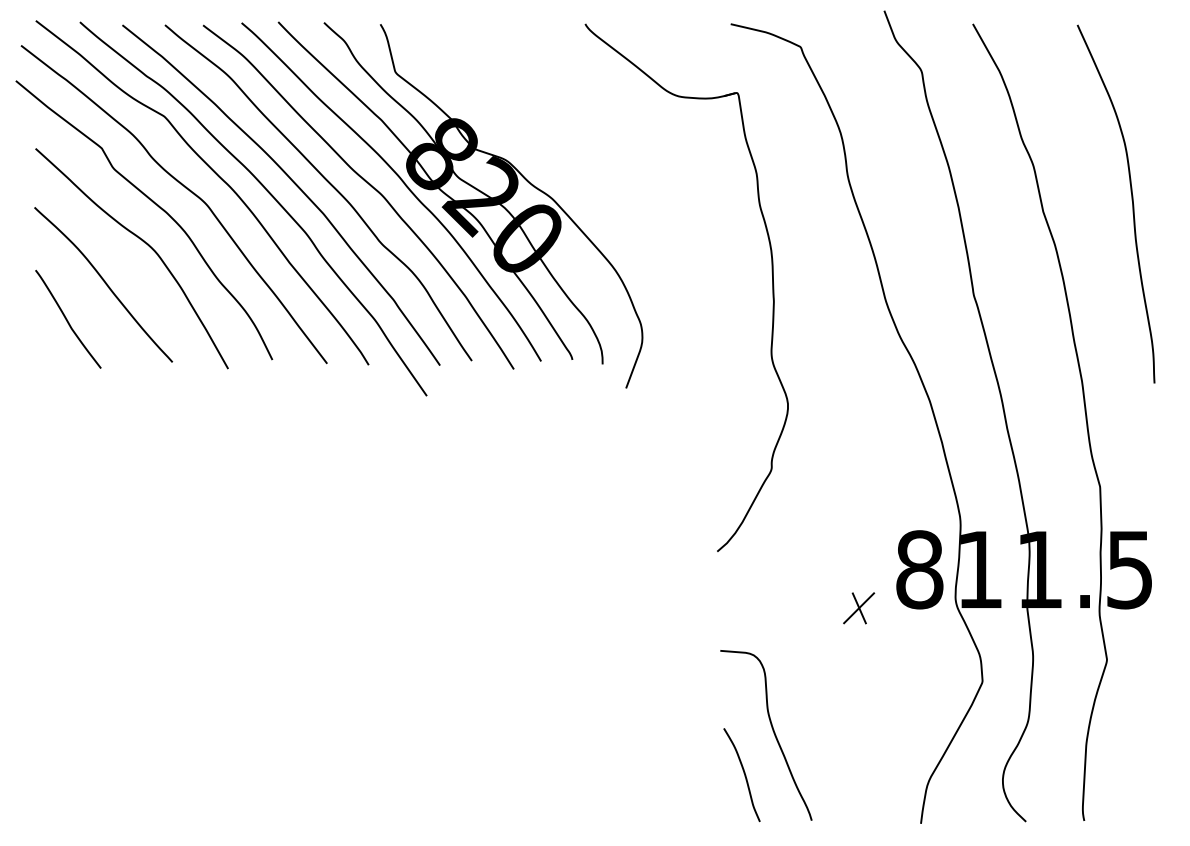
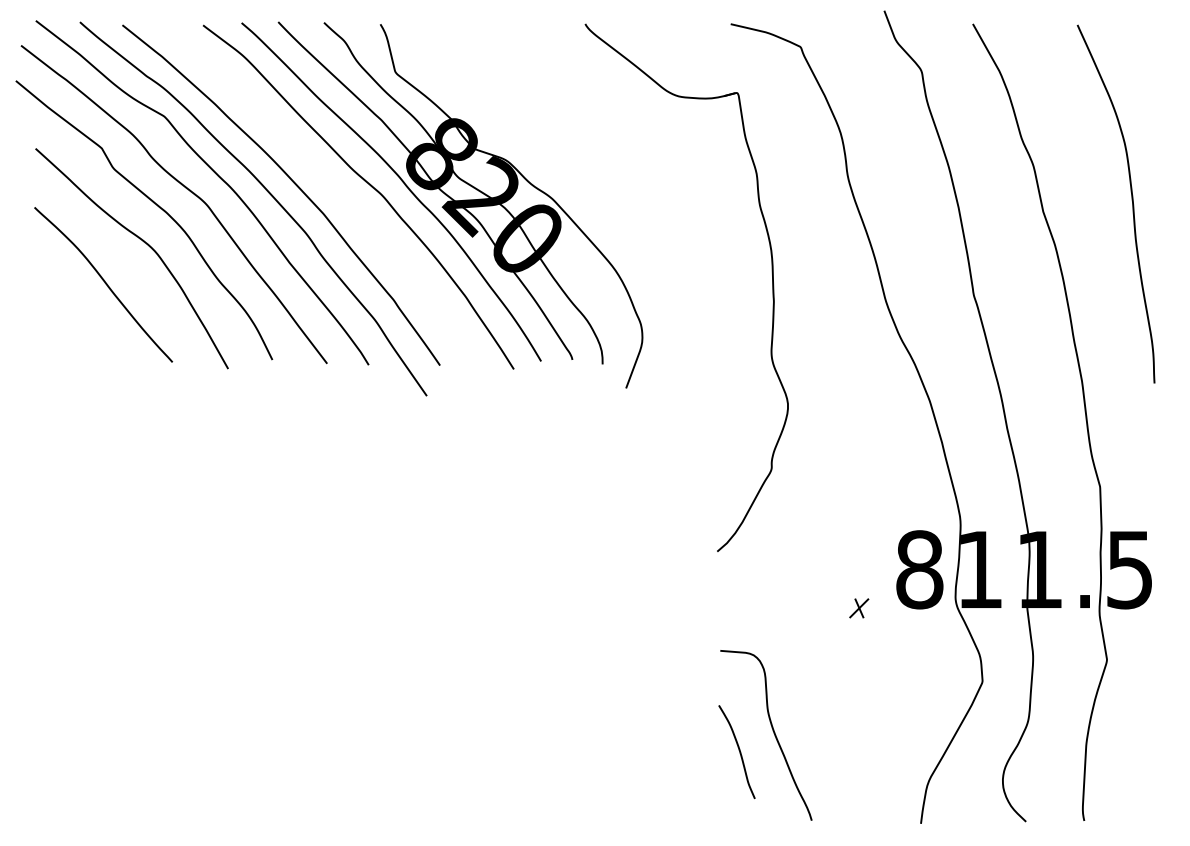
curve at (327, 182): present -> none
curve at (67, 319): present -> none
part at (859, 608) size: 33x33 px -> 21x21 px
curve at (743, 773) position: (743, 773) -> (738, 750)
